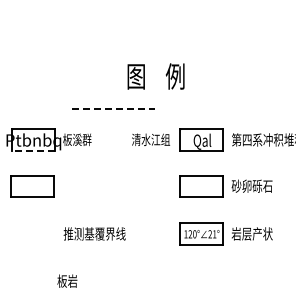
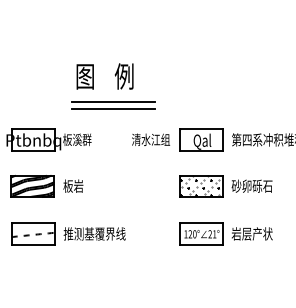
text at (155, 76) position: (155, 76) -> (104, 76)
line at (113, 102): none -> present
line at (113, 108): dashed -> solid
line at (33, 150): dashed -> solid
hatch at (199, 185): none -> present
hatch at (32, 186): none -> present
part at (33, 233): none -> present
text at (67, 280) position: (67, 280) -> (73, 185)
